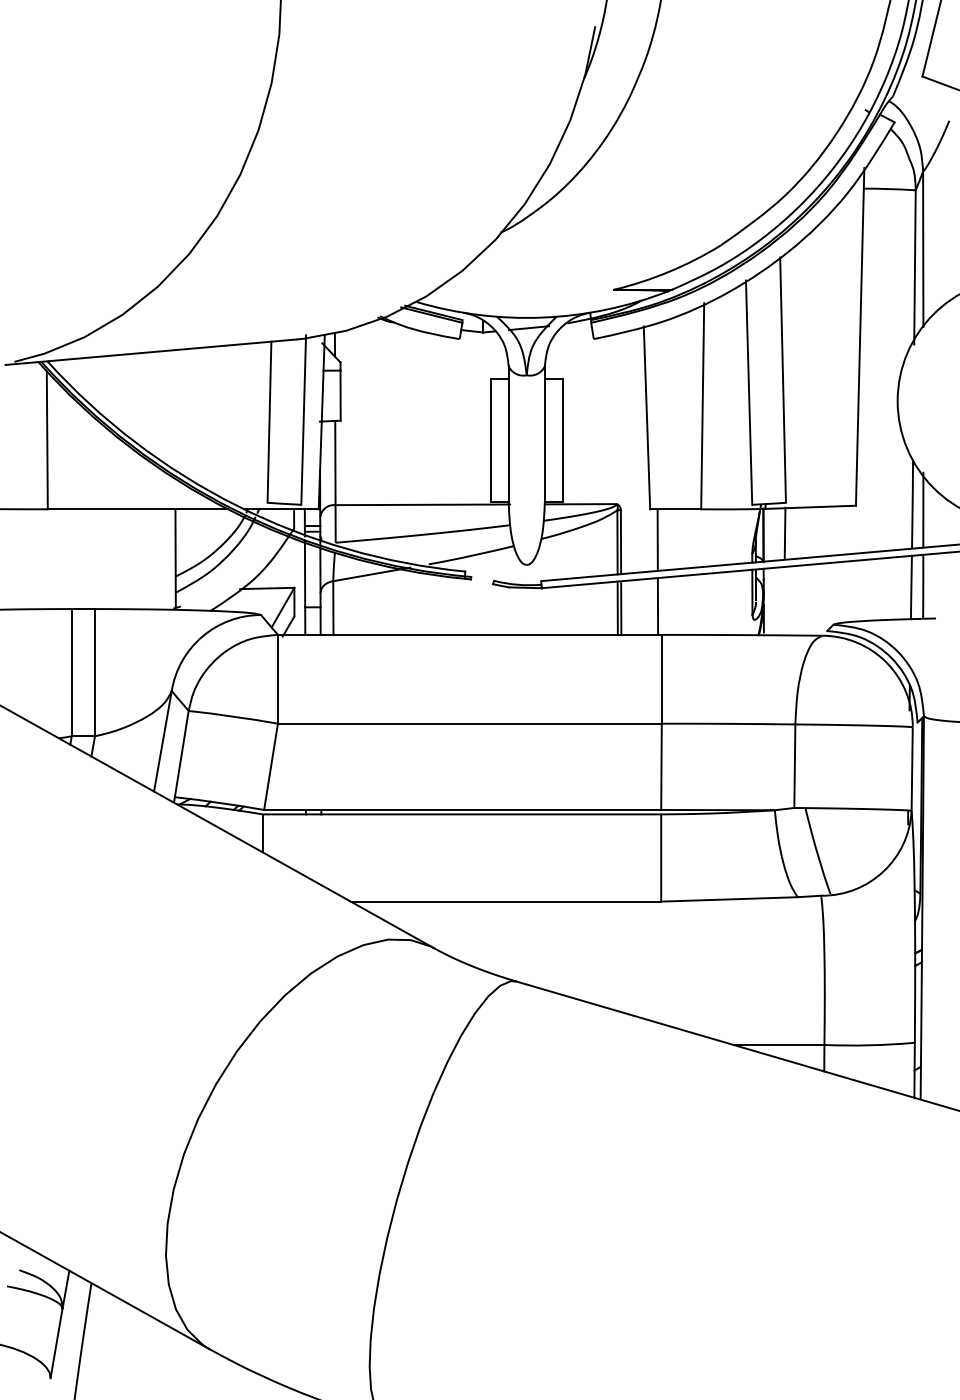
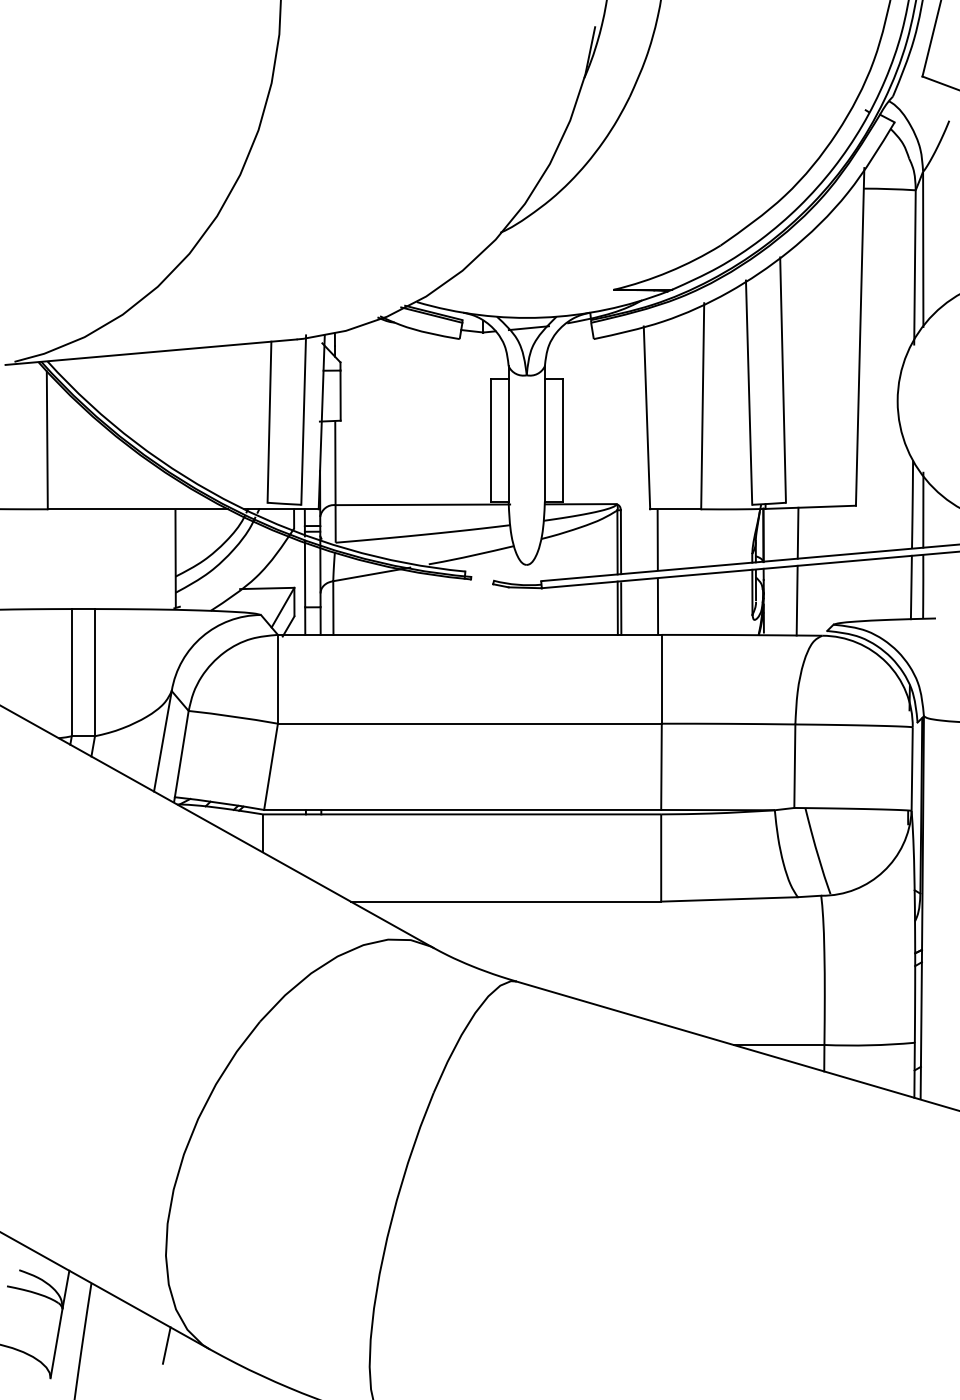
line at (784, 532) position: (784, 532) -> (797, 532)
line at (796, 600): none -> present
line at (166, 1345): none -> present
